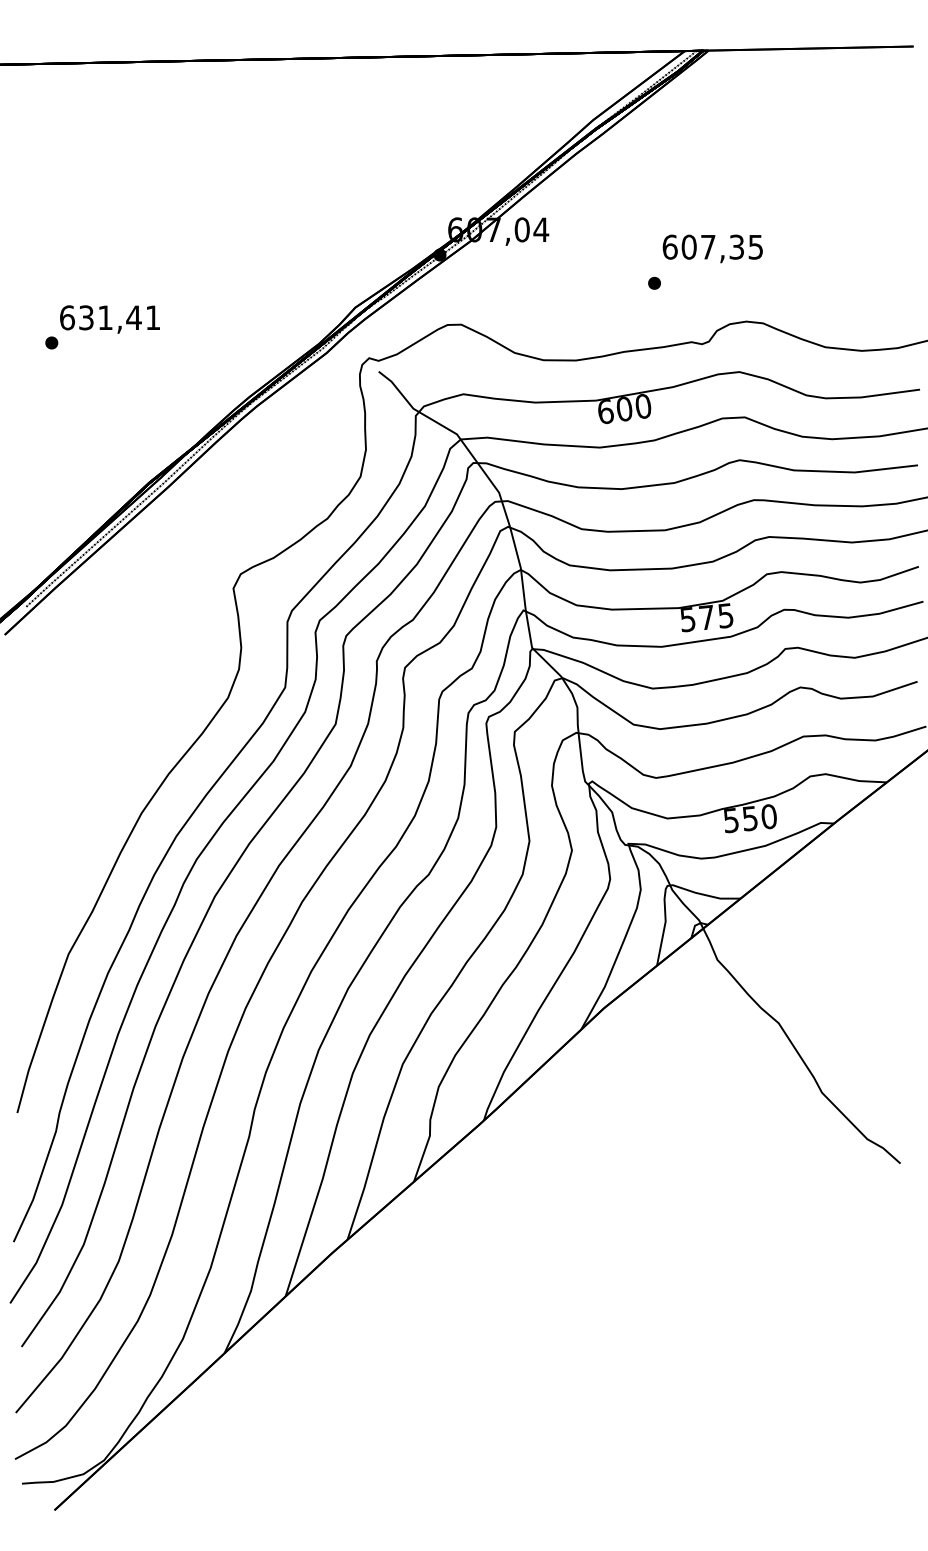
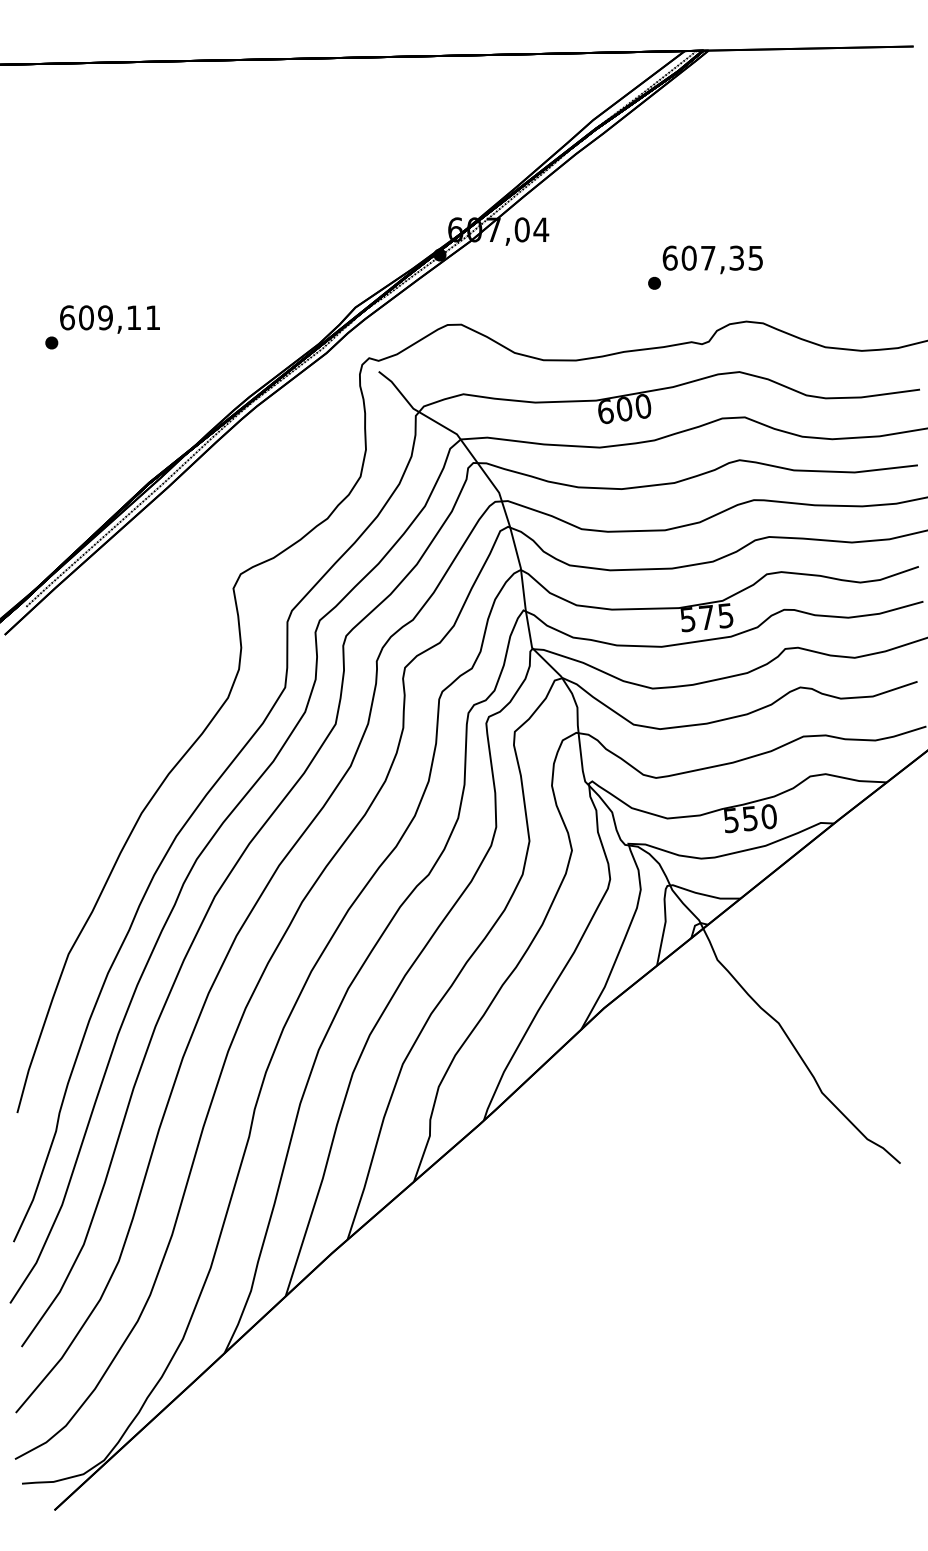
text at (712, 248) position: (712, 248) -> (712, 259)
text at (110, 317): 631,41 -> 609,11
